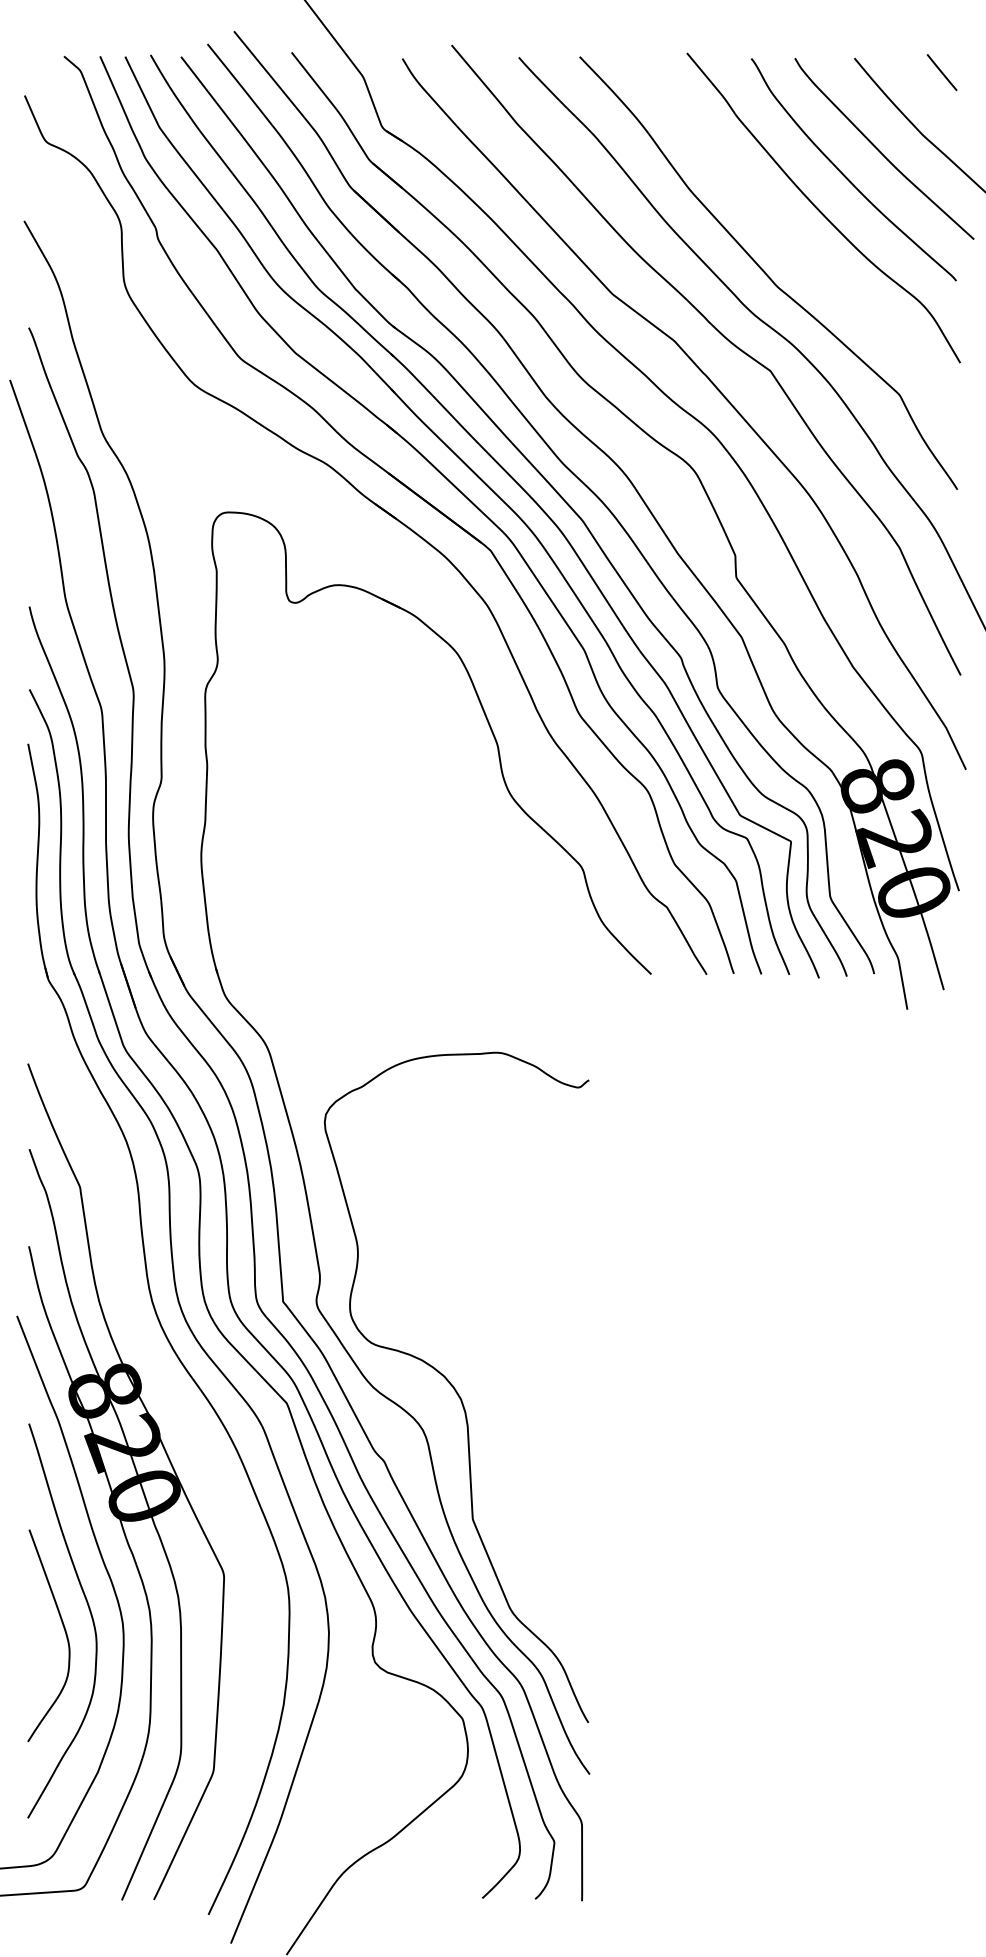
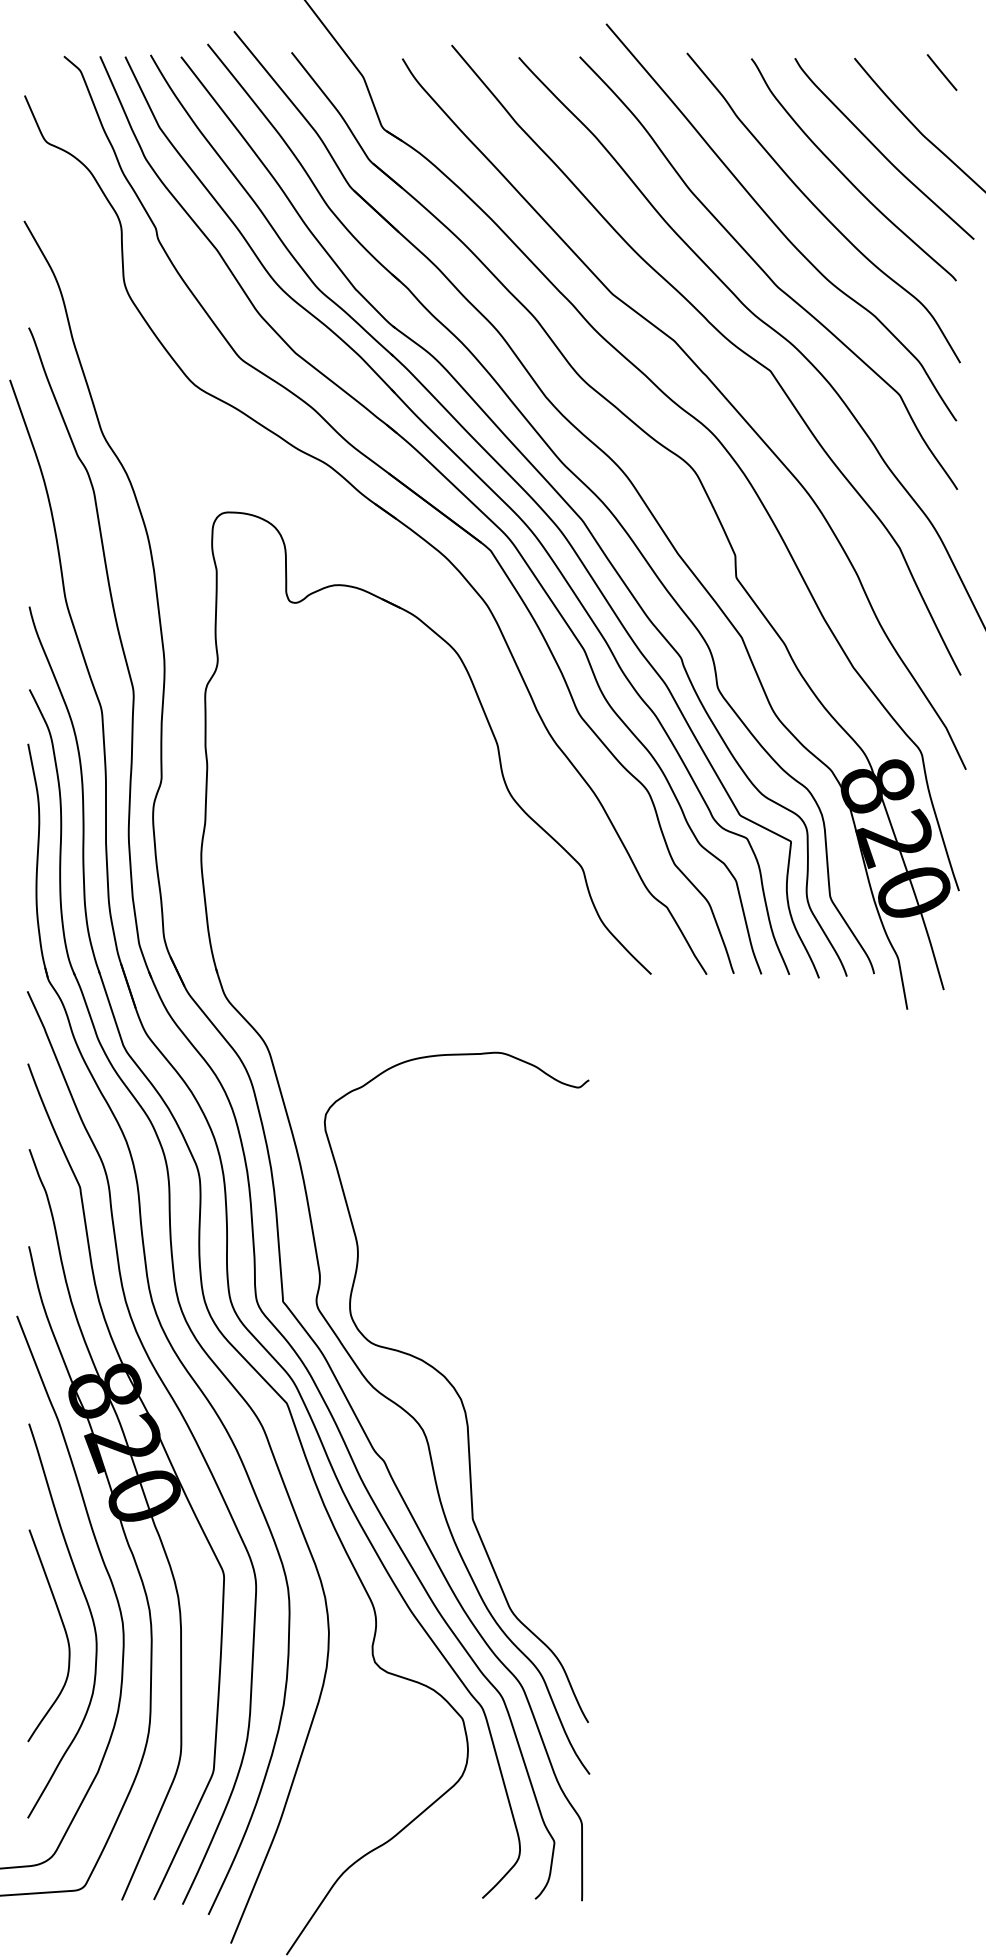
curve at (777, 225): none -> present
curve at (186, 1425): none -> present
